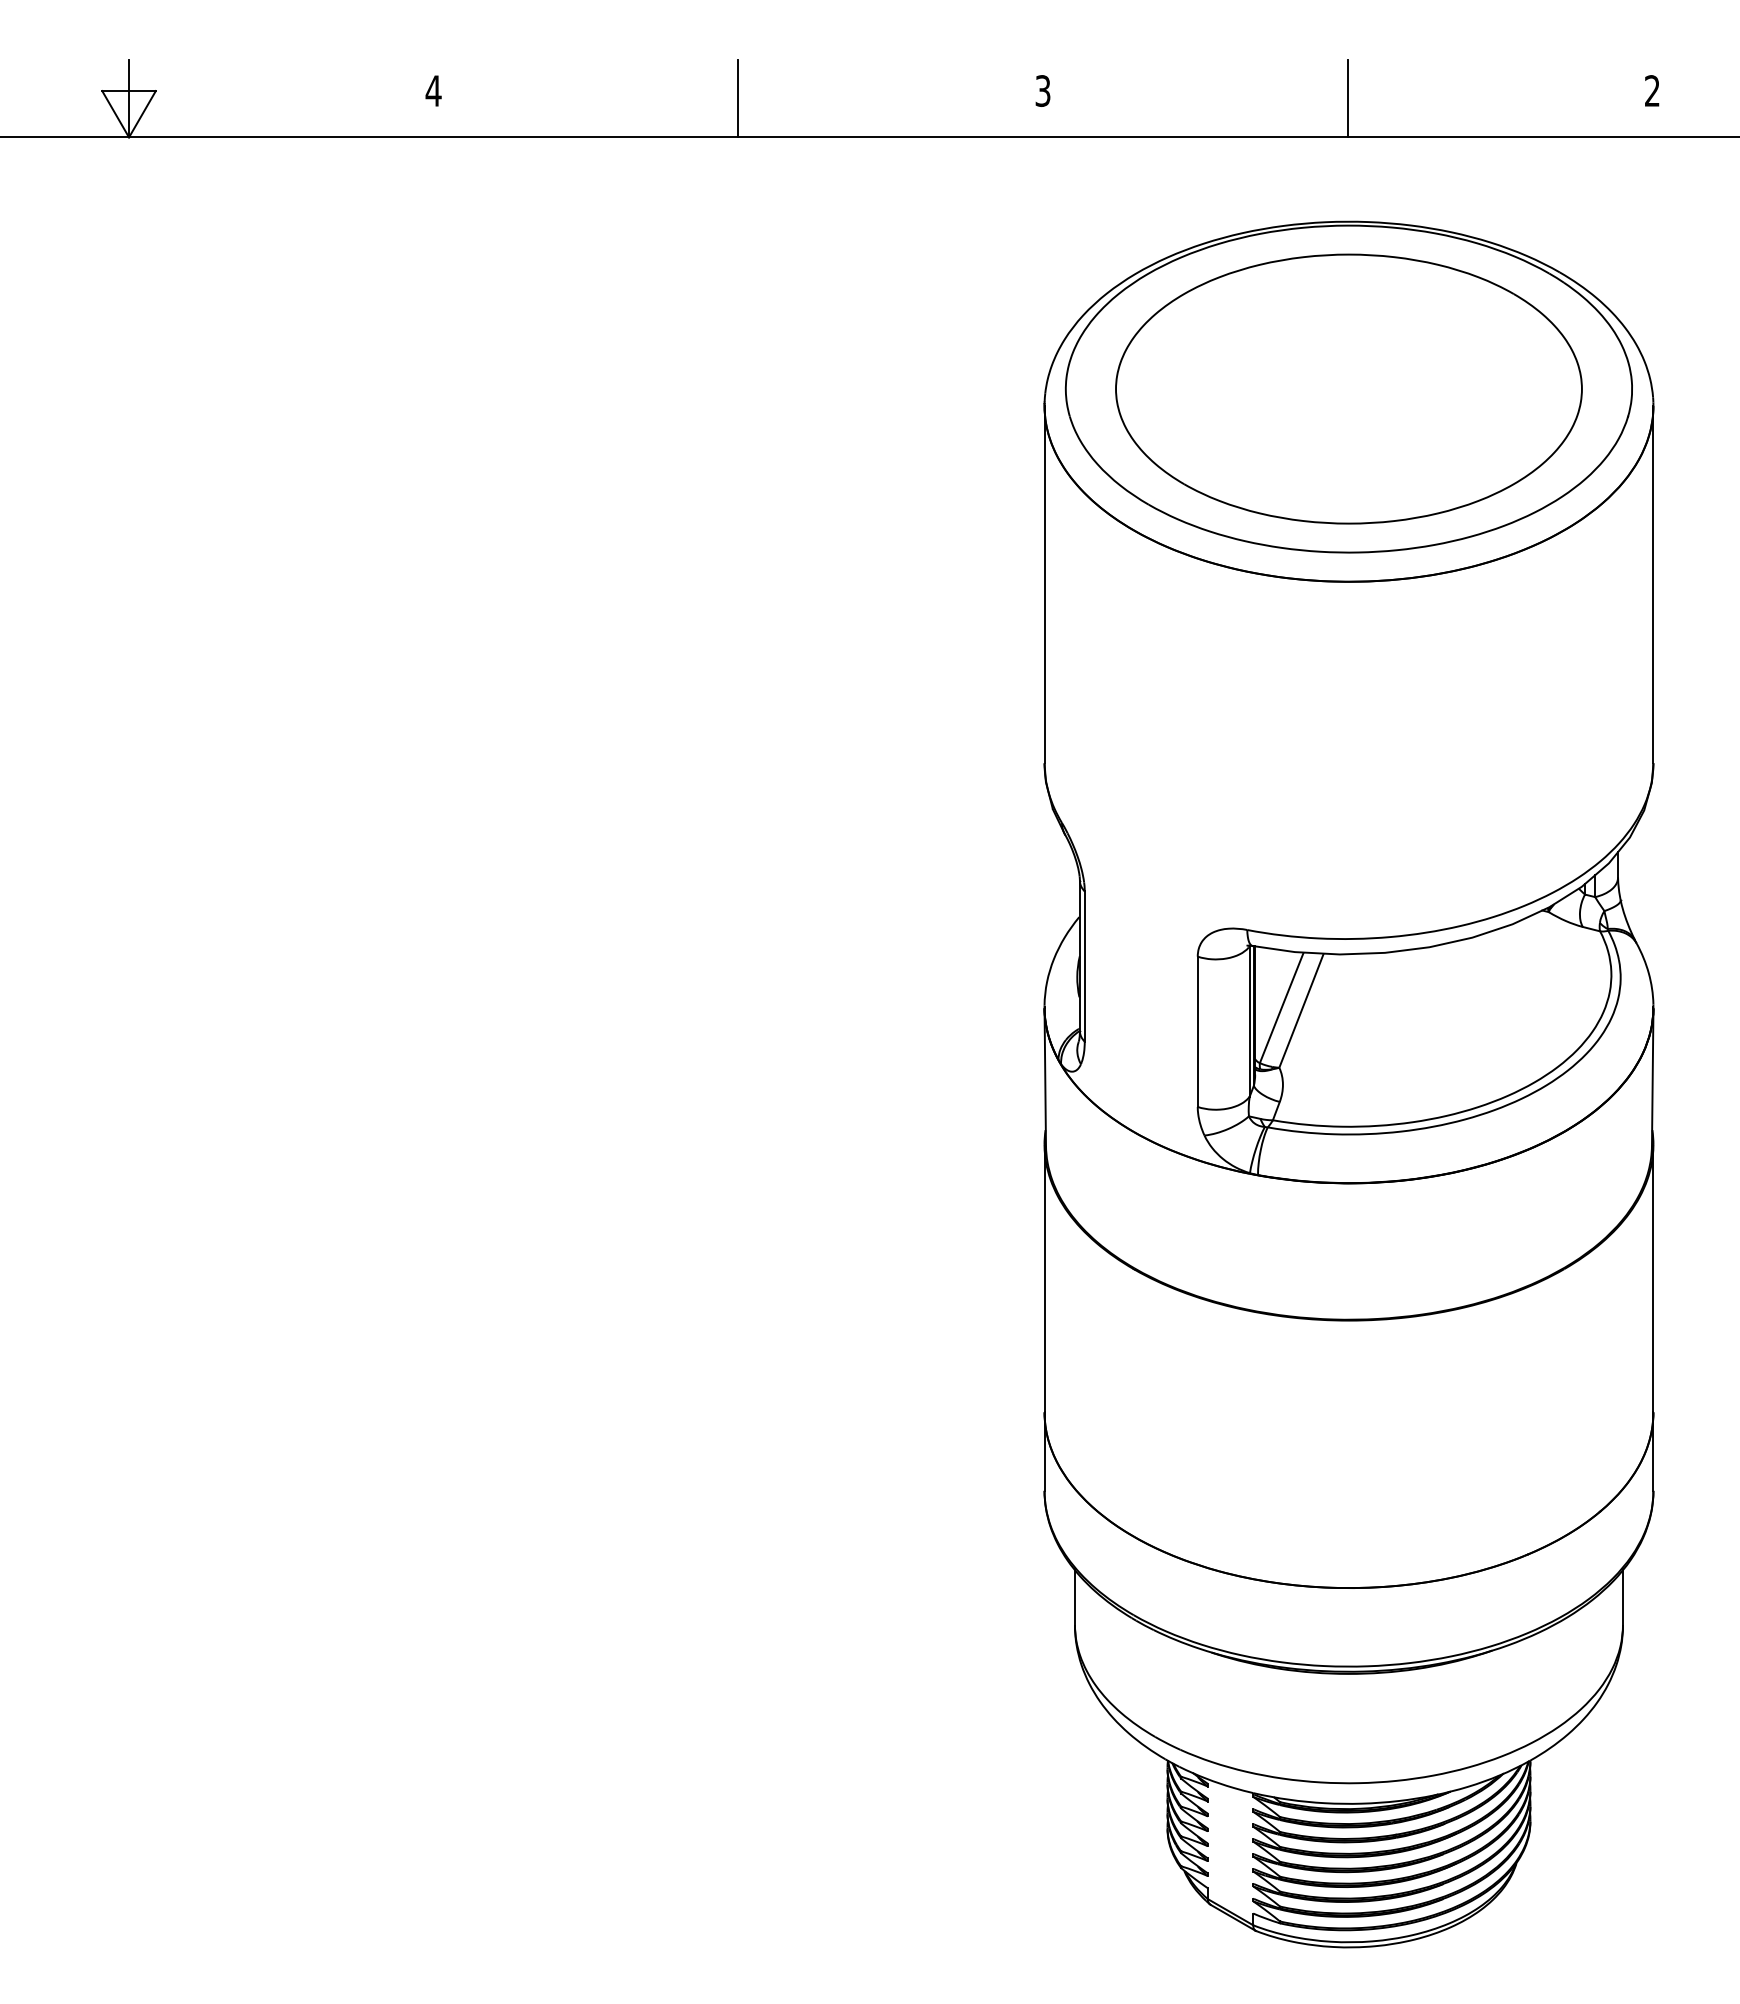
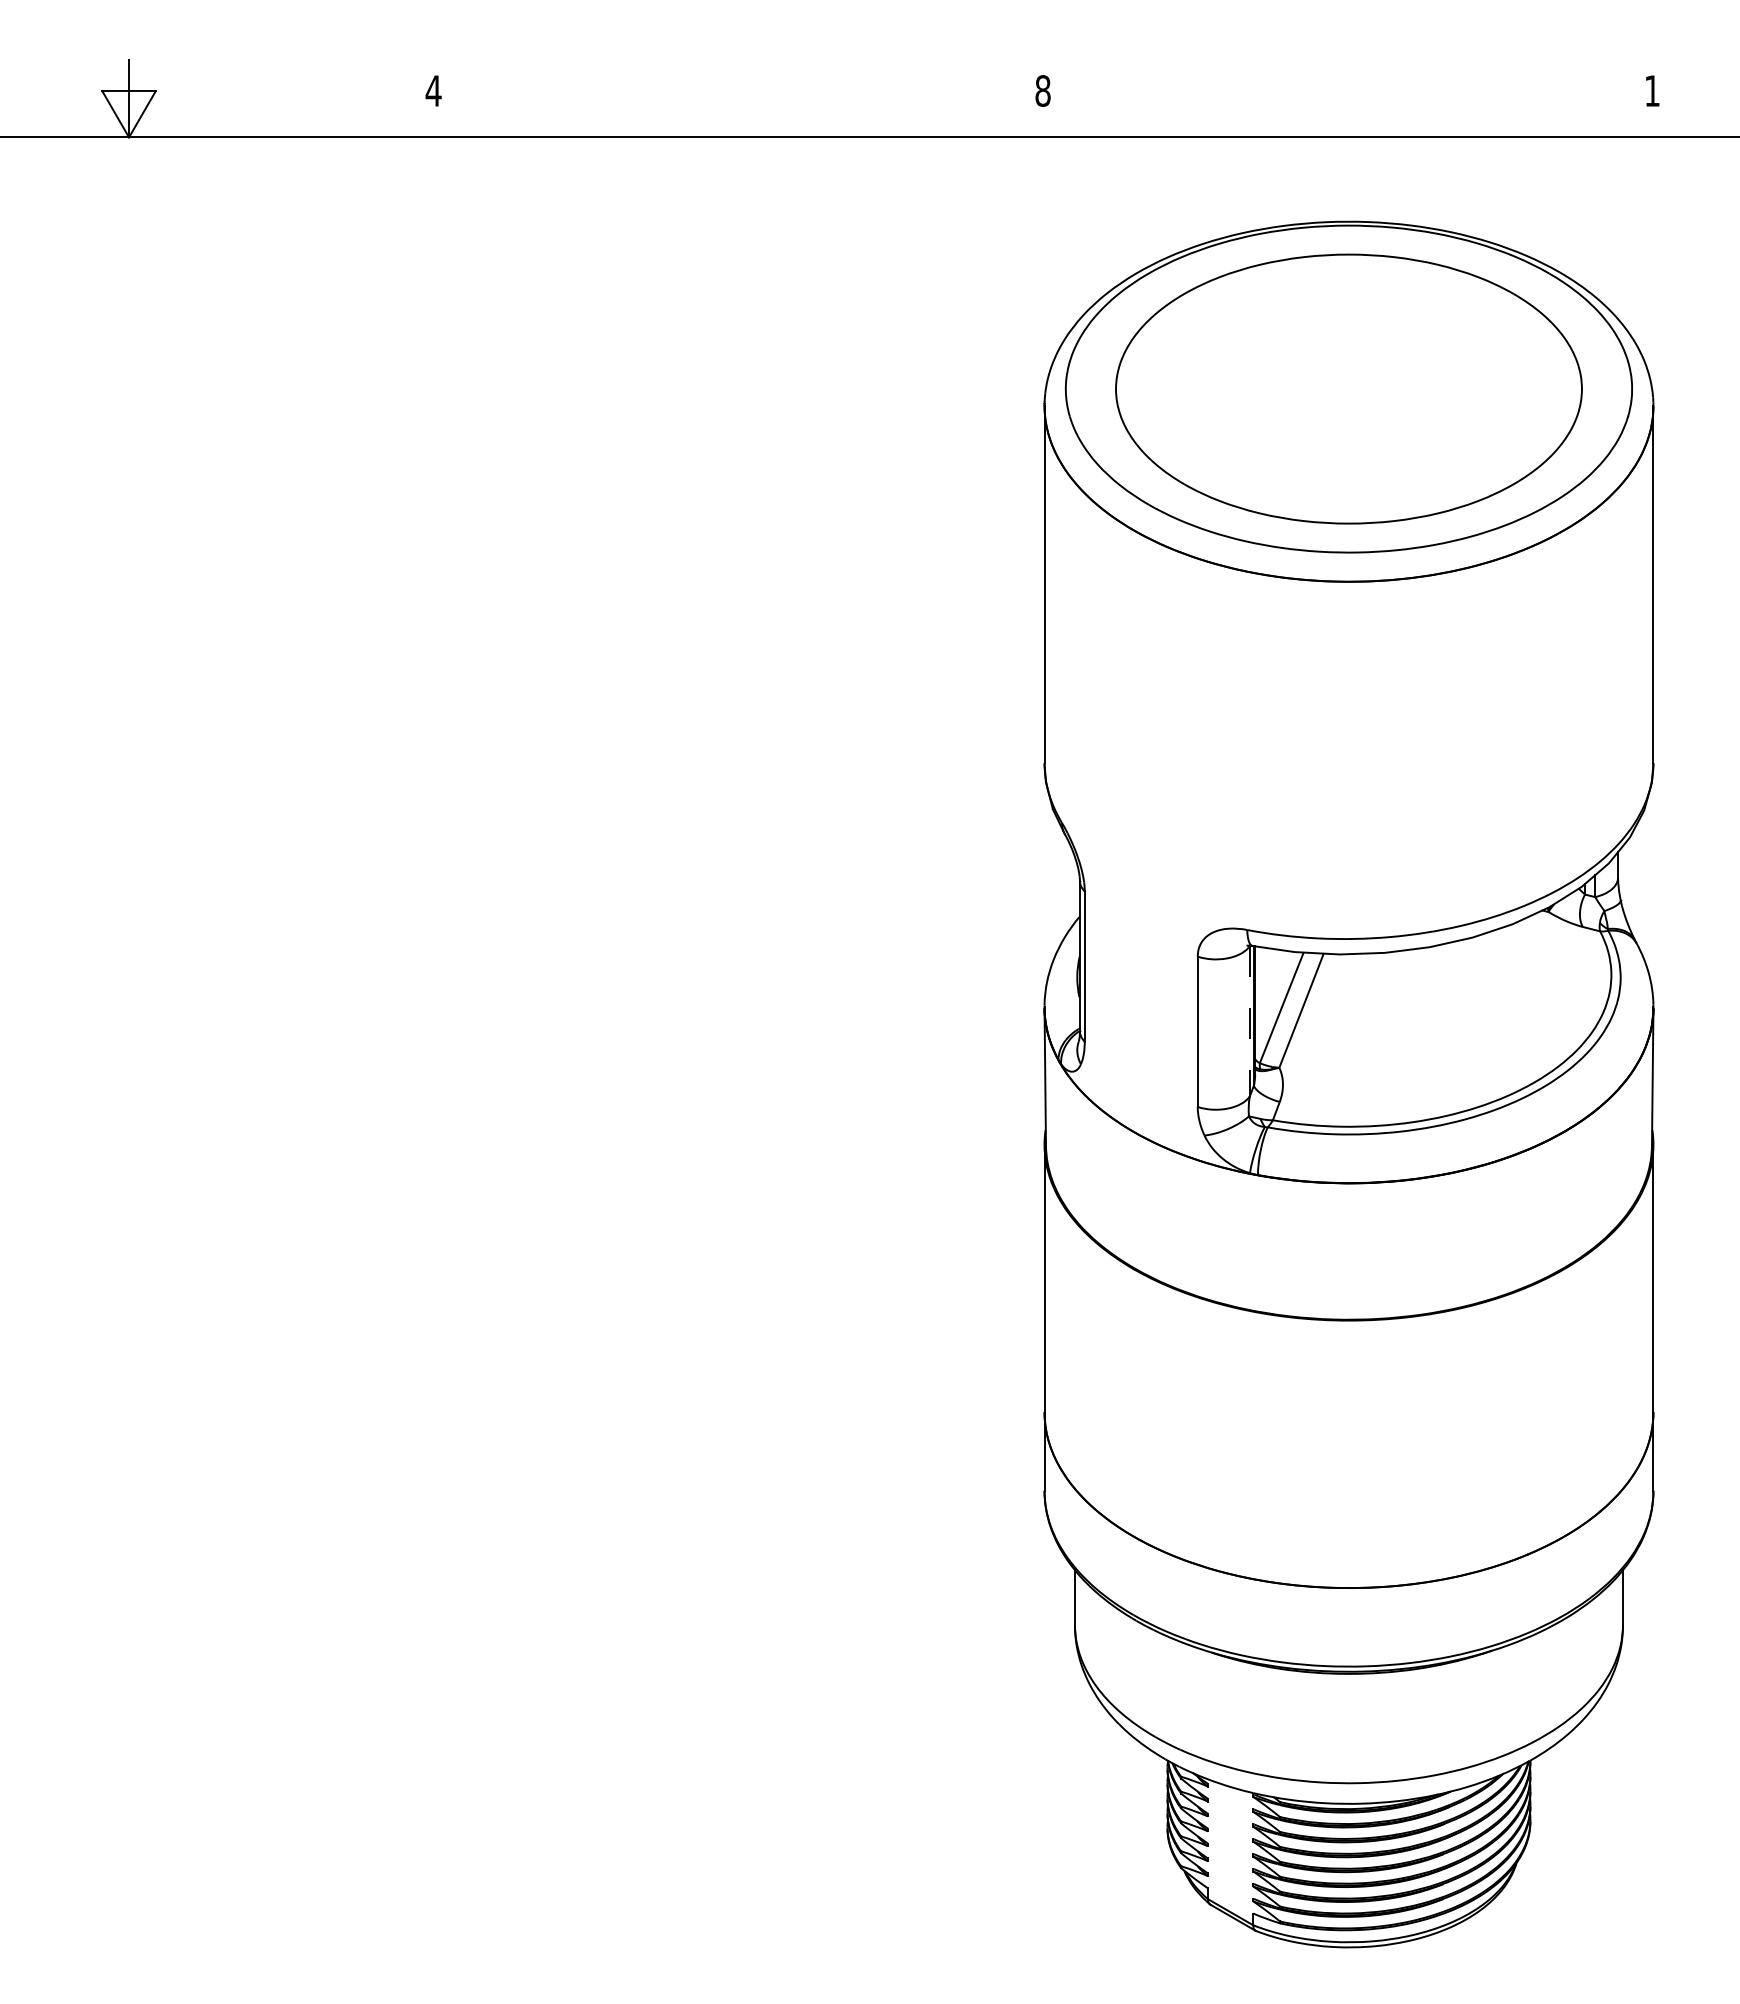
text at (1042, 90): 3 -> 8
text at (1652, 90): 2 -> 1
line at (738, 98): present -> none
line at (1347, 98): present -> none
line at (1249, 1021): solid -> dashed
